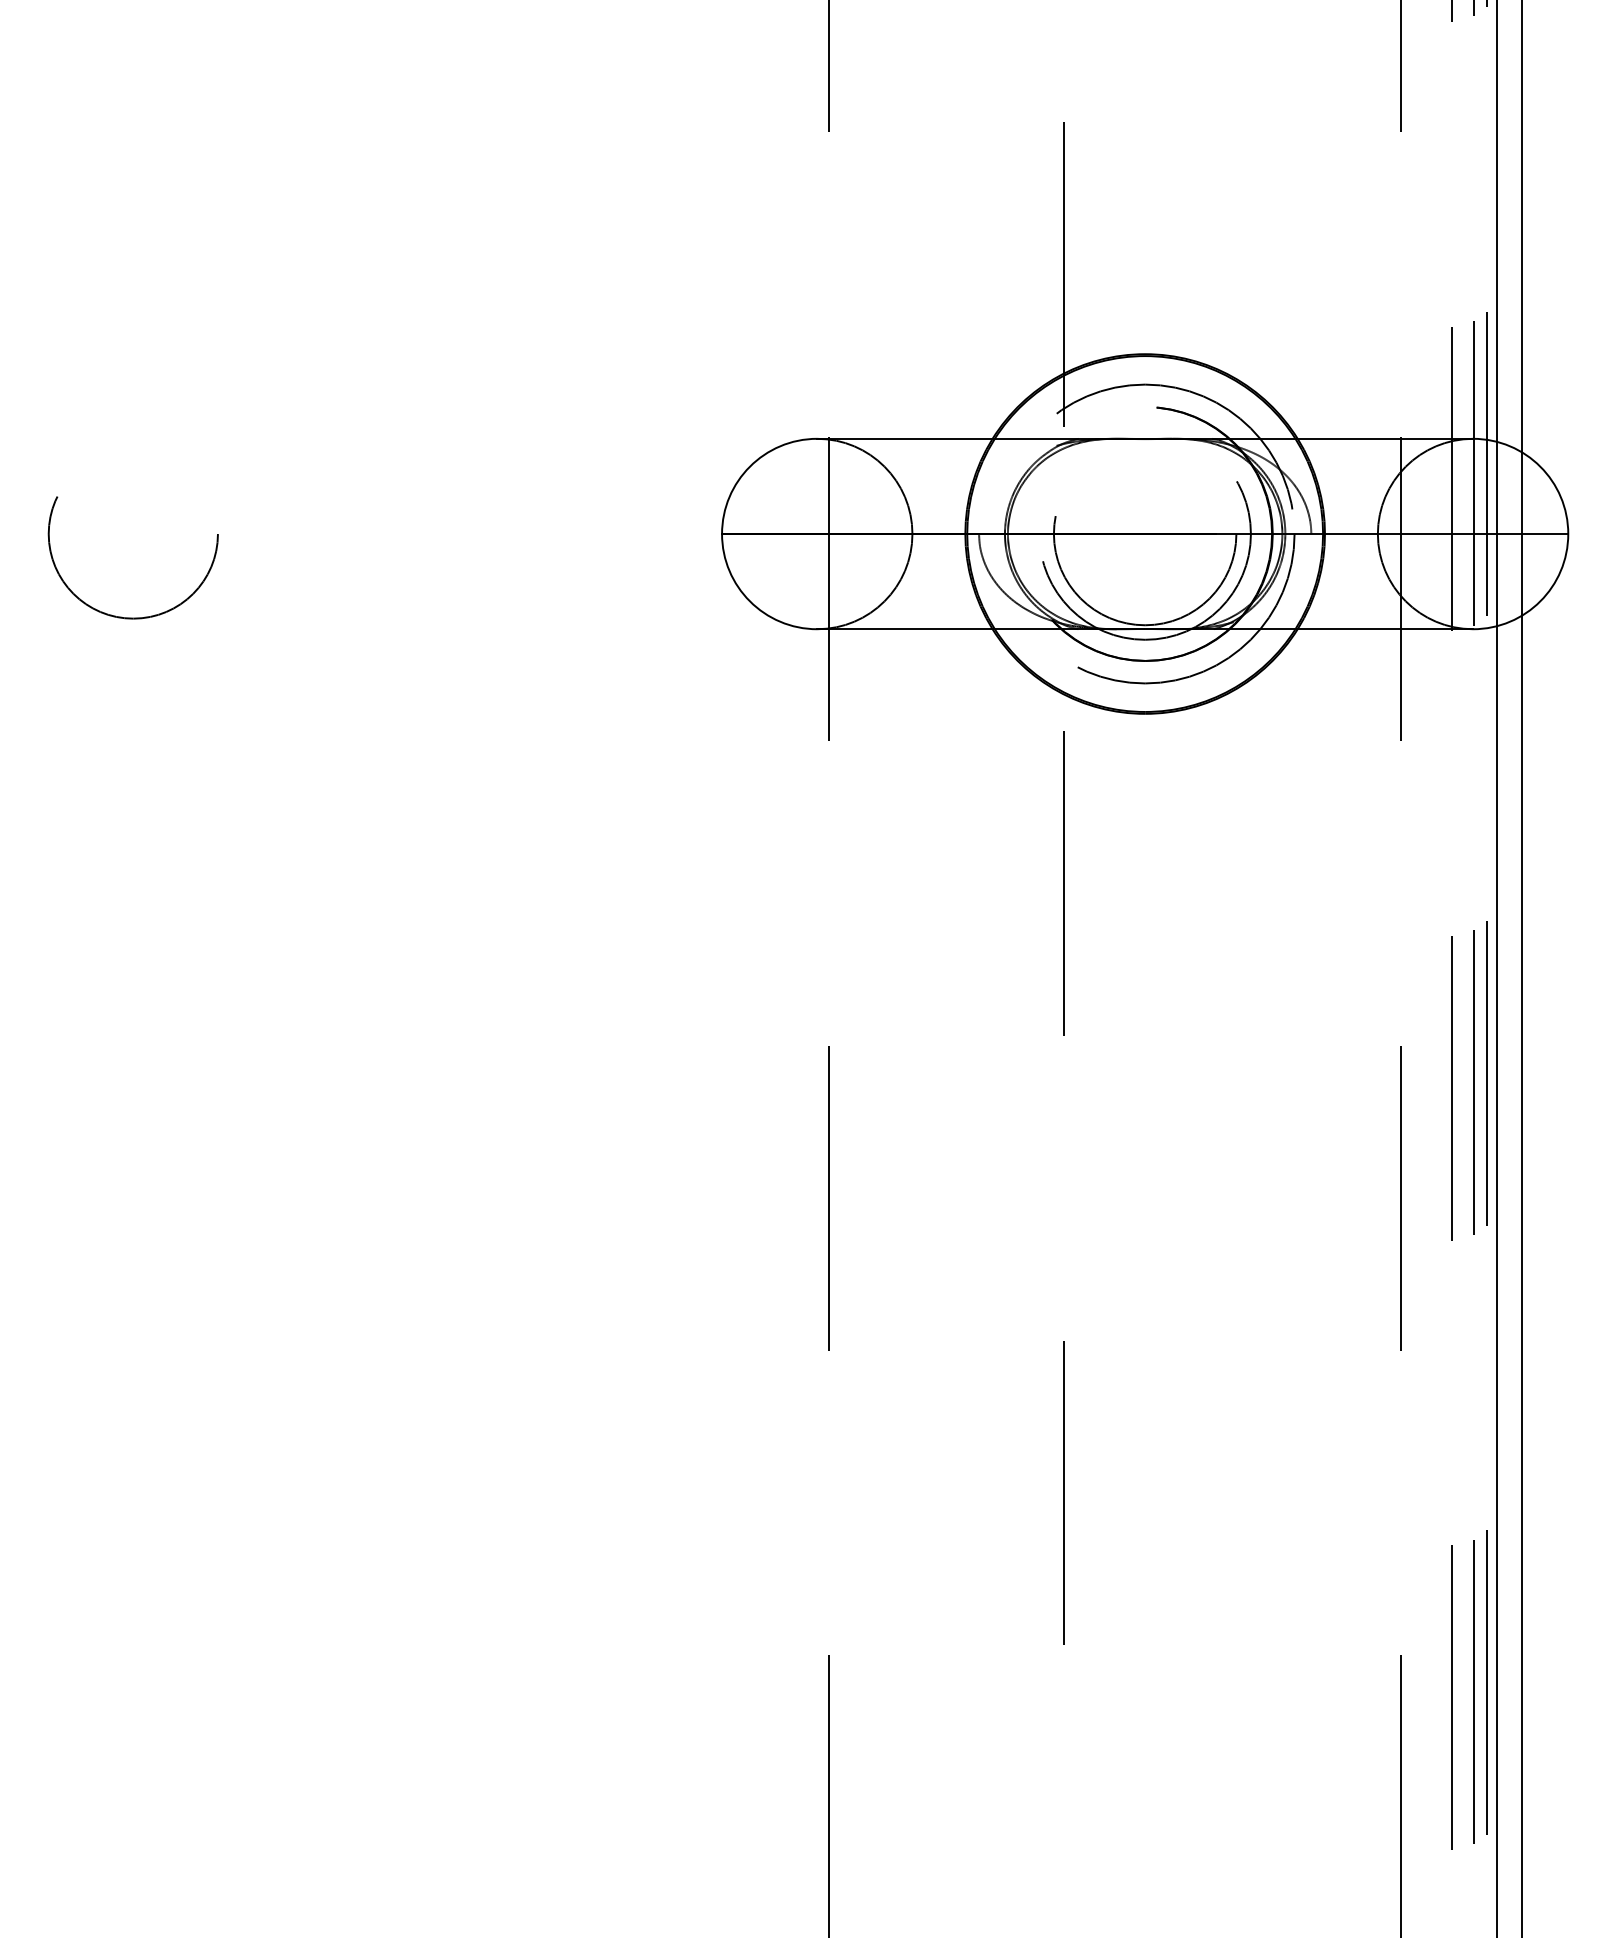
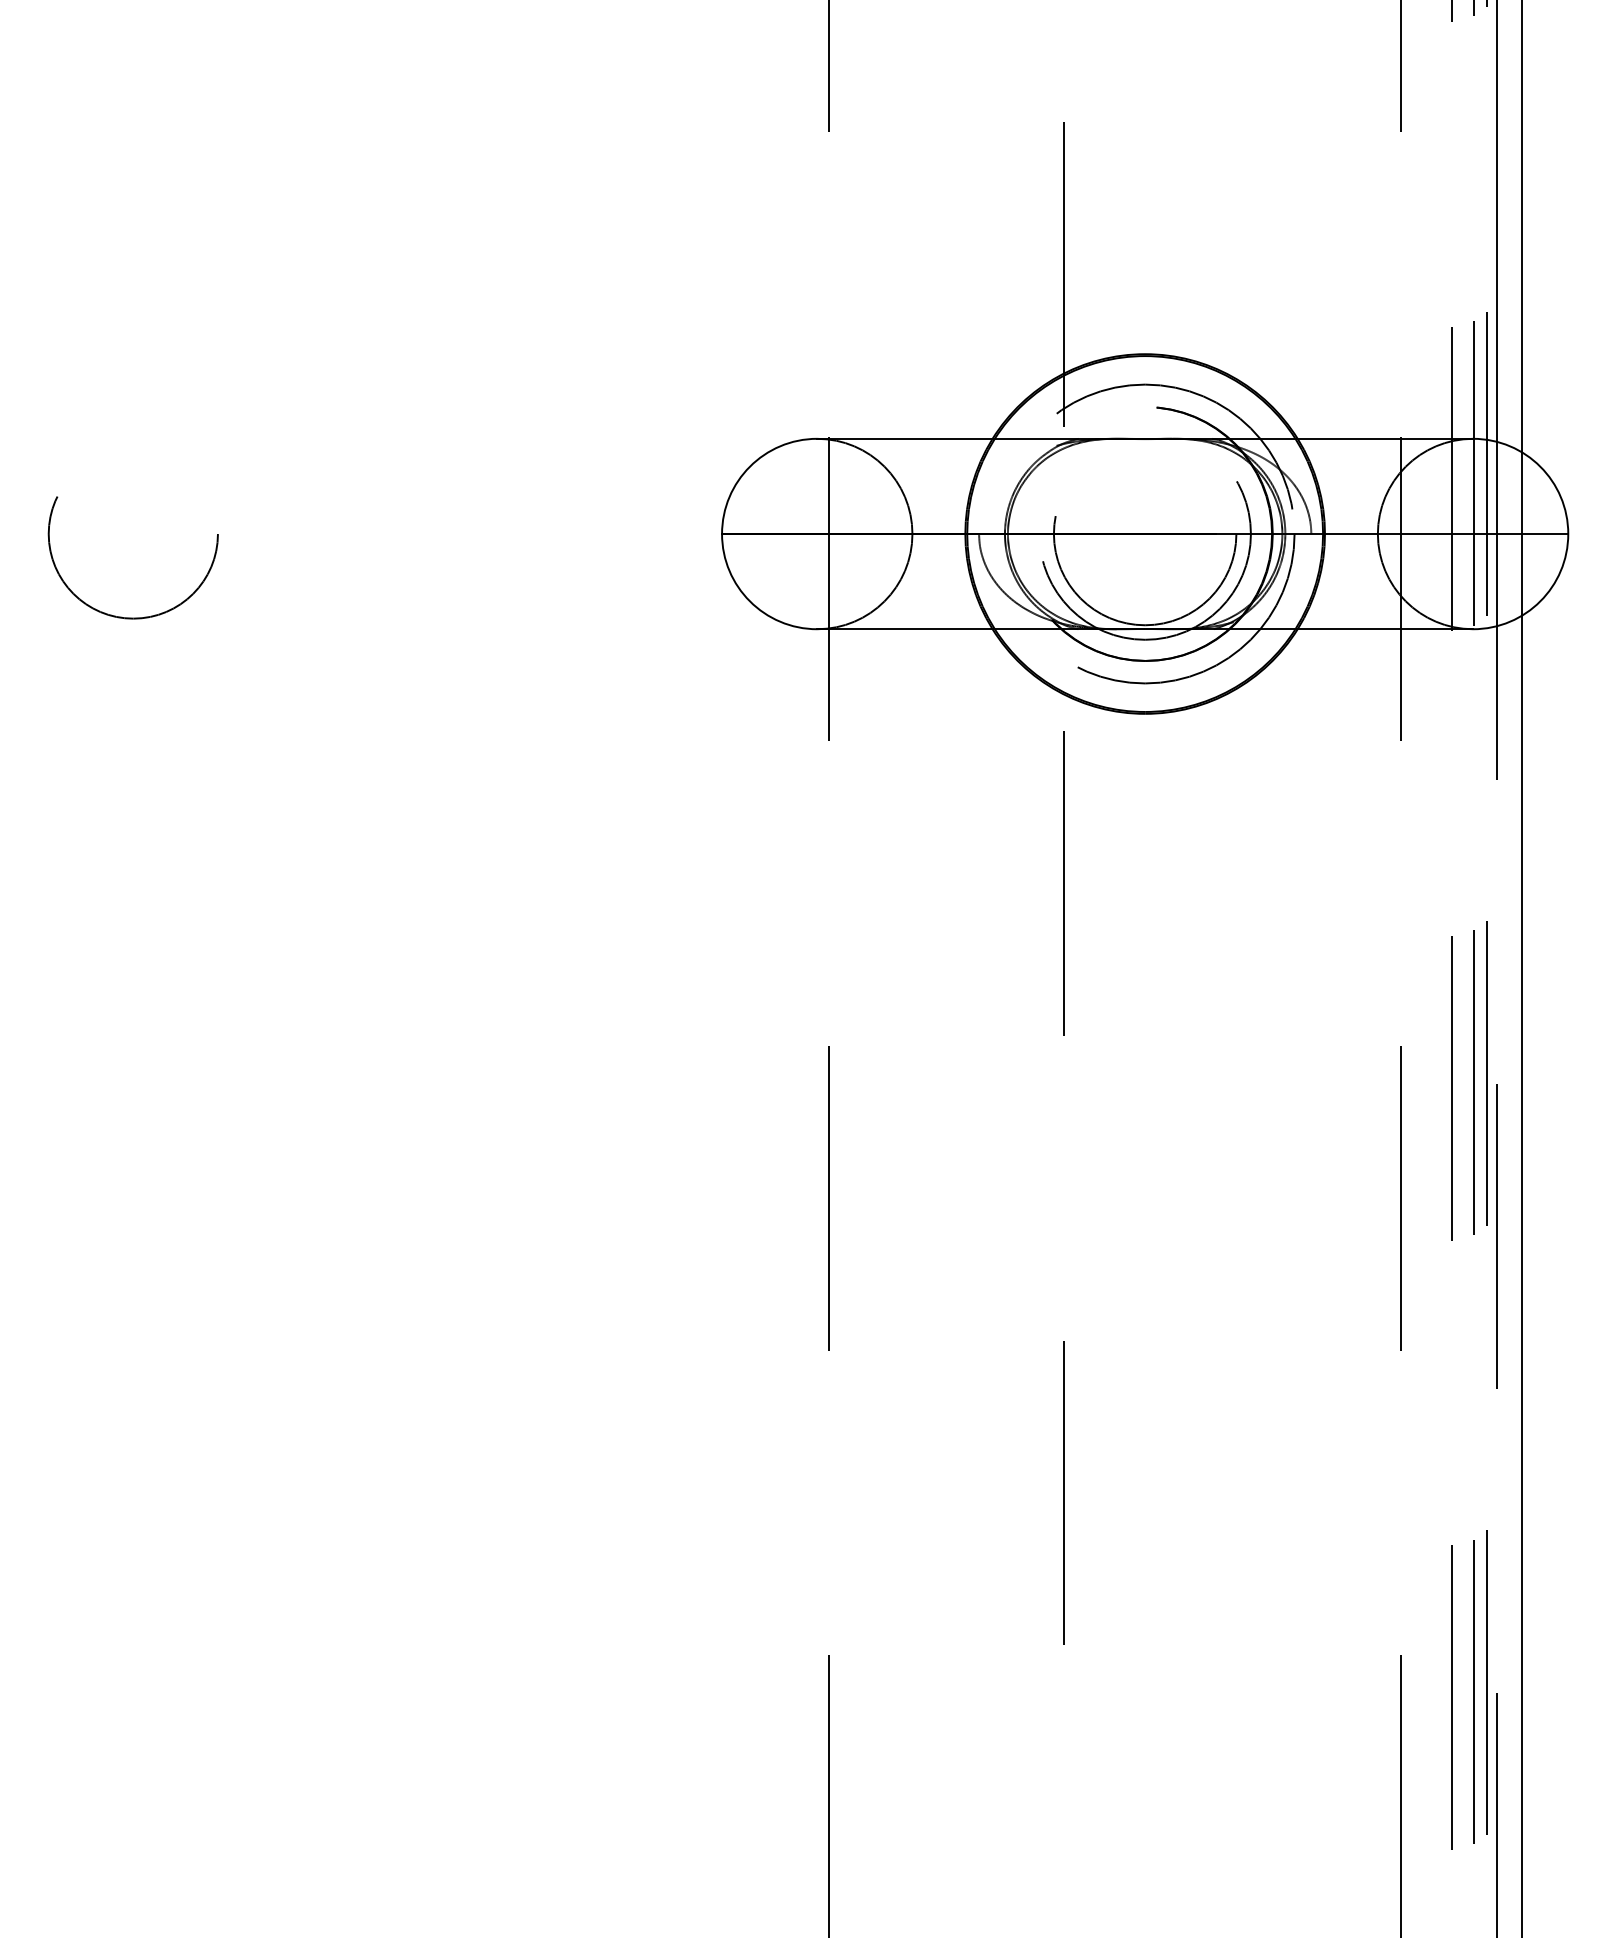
line at (1497, 1281): solid -> dashed
